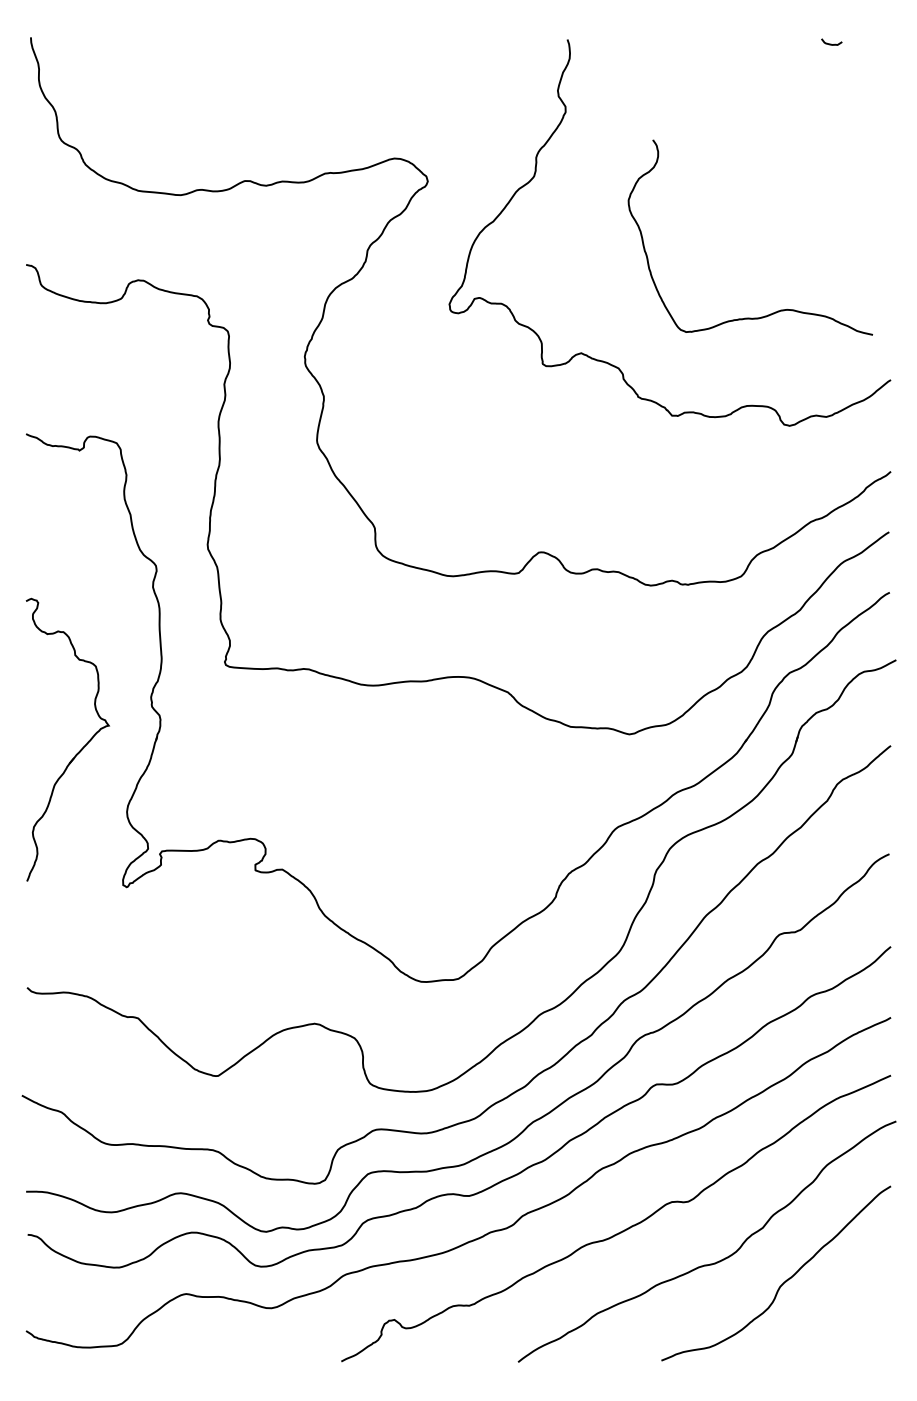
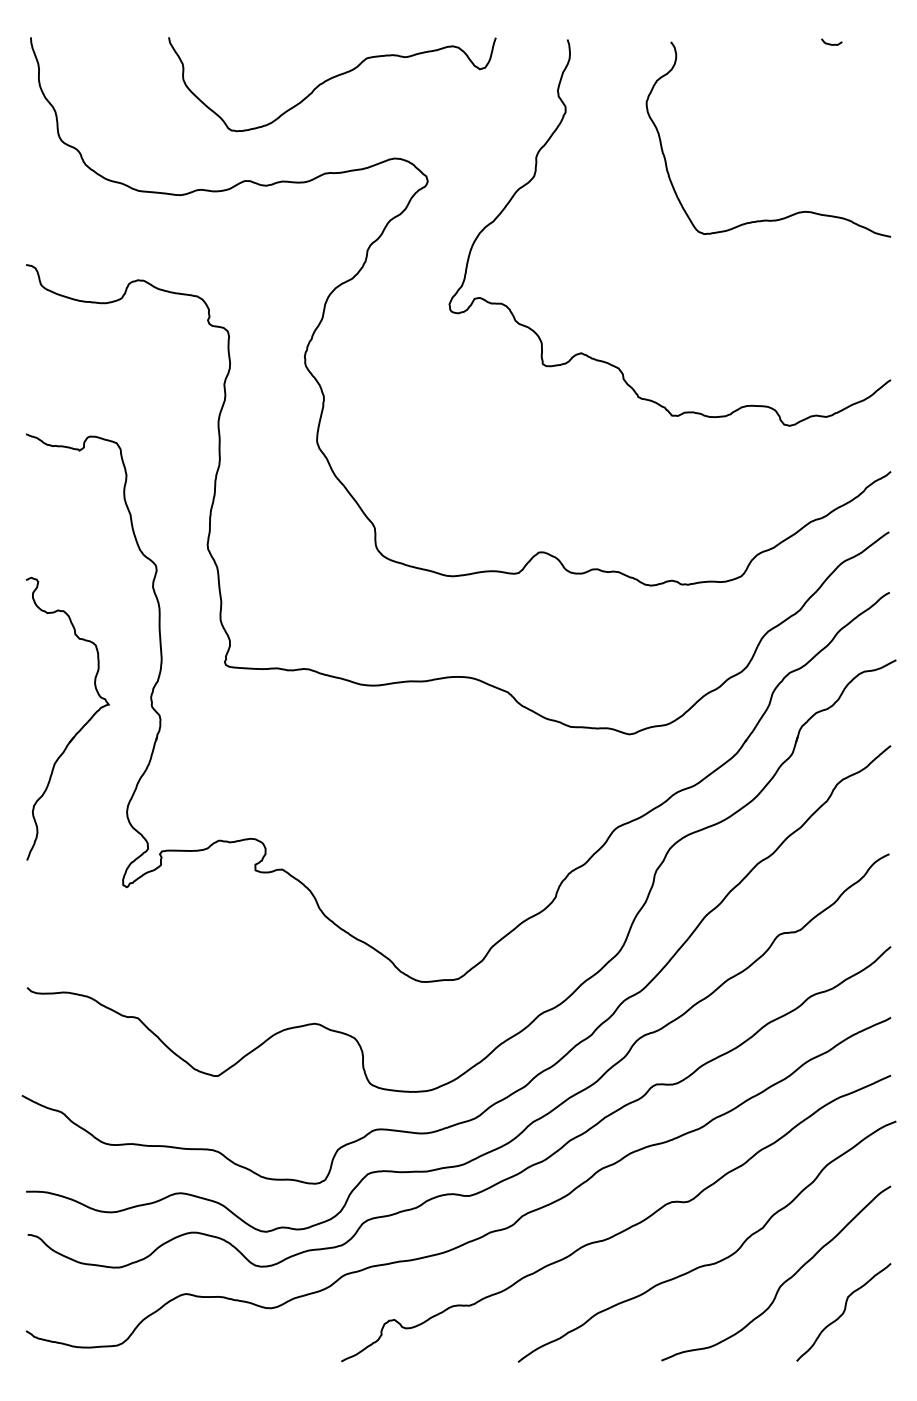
curve at (329, 80): none -> present
curve at (777, 310) position: (777, 310) -> (795, 212)
part at (79, 750) position: (79, 750) -> (79, 729)
curve at (843, 1312): none -> present
